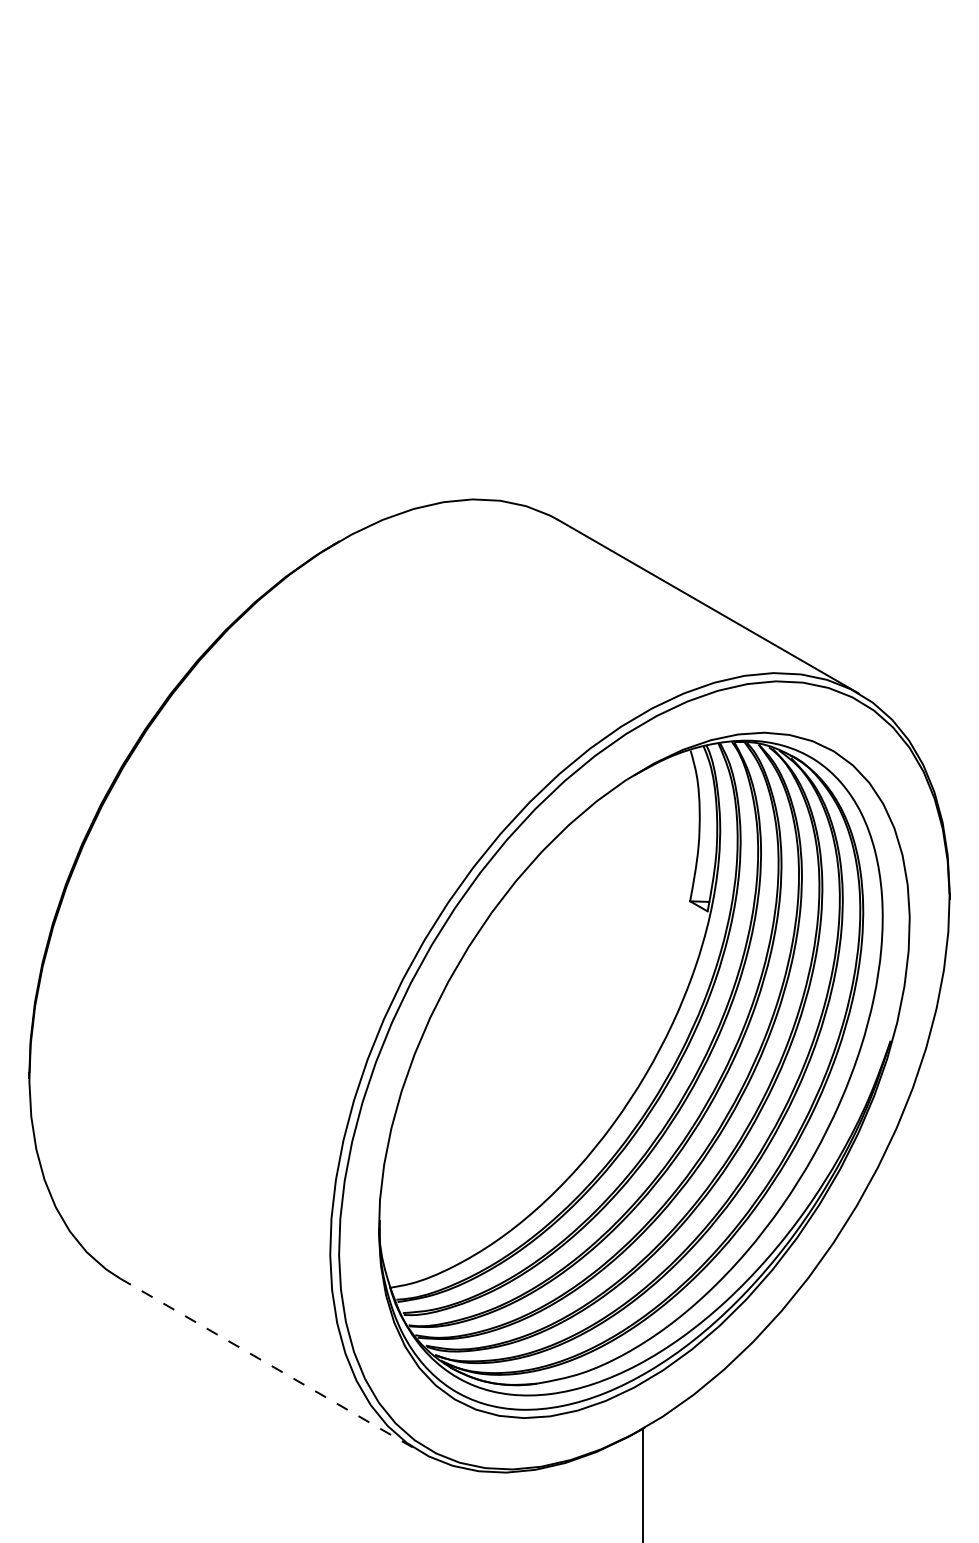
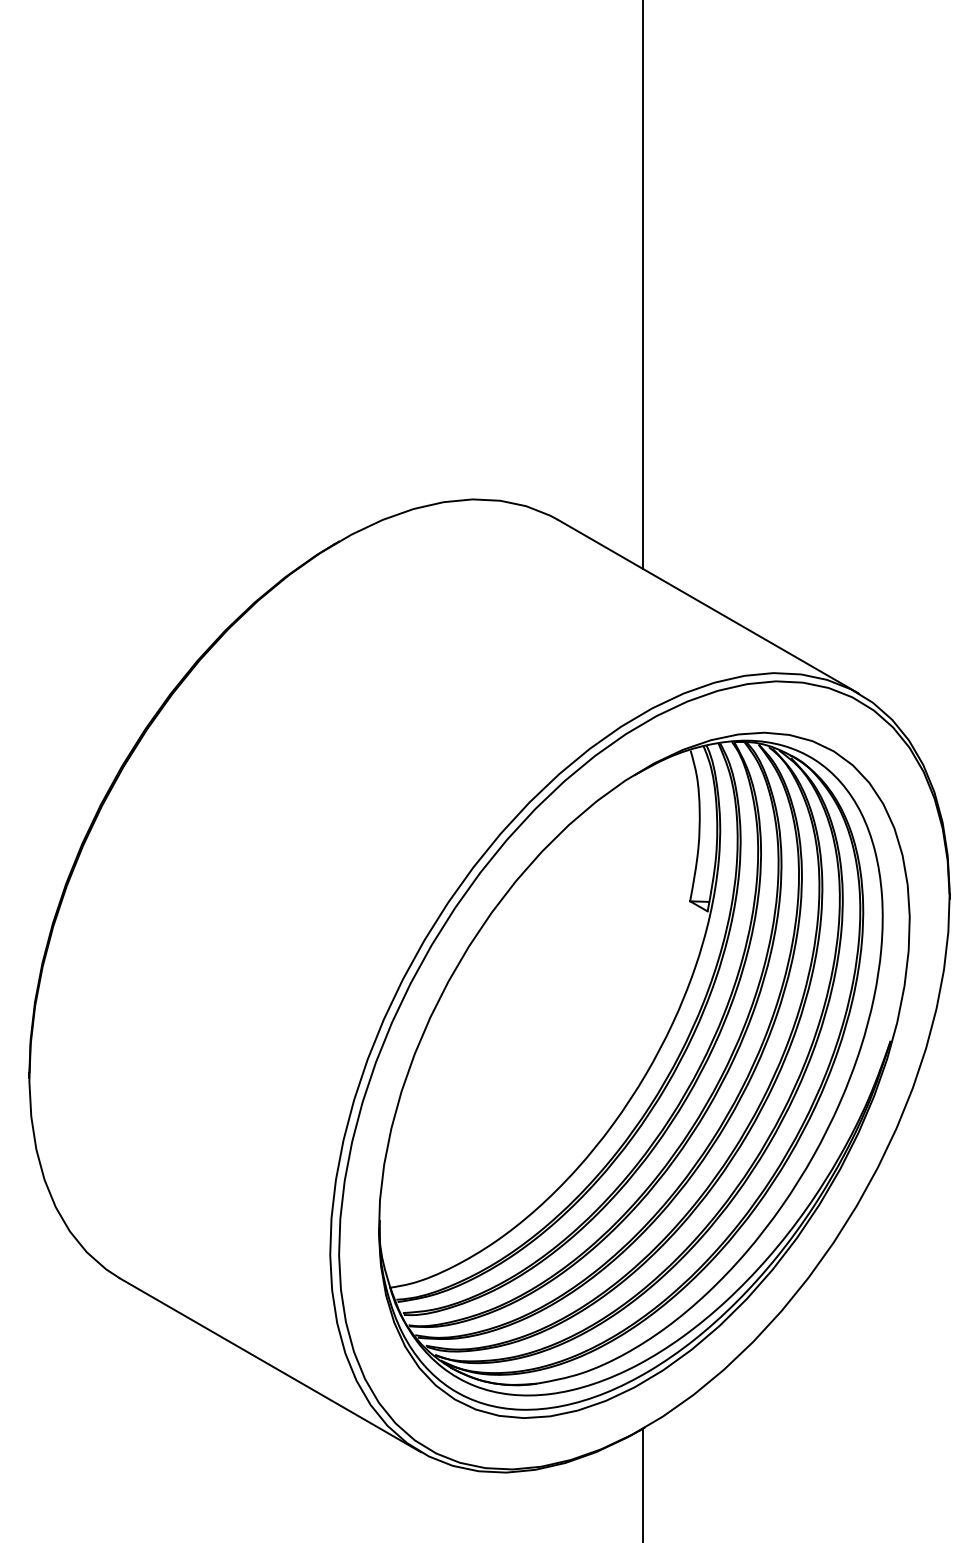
line at (643, 285): none -> present
line at (270, 1365): dashed -> solid
